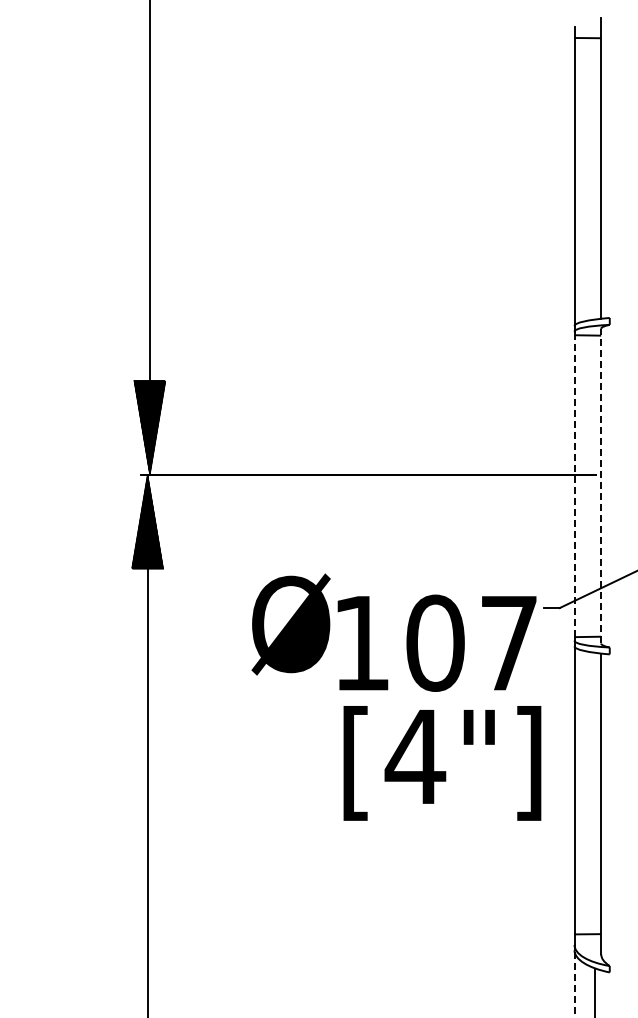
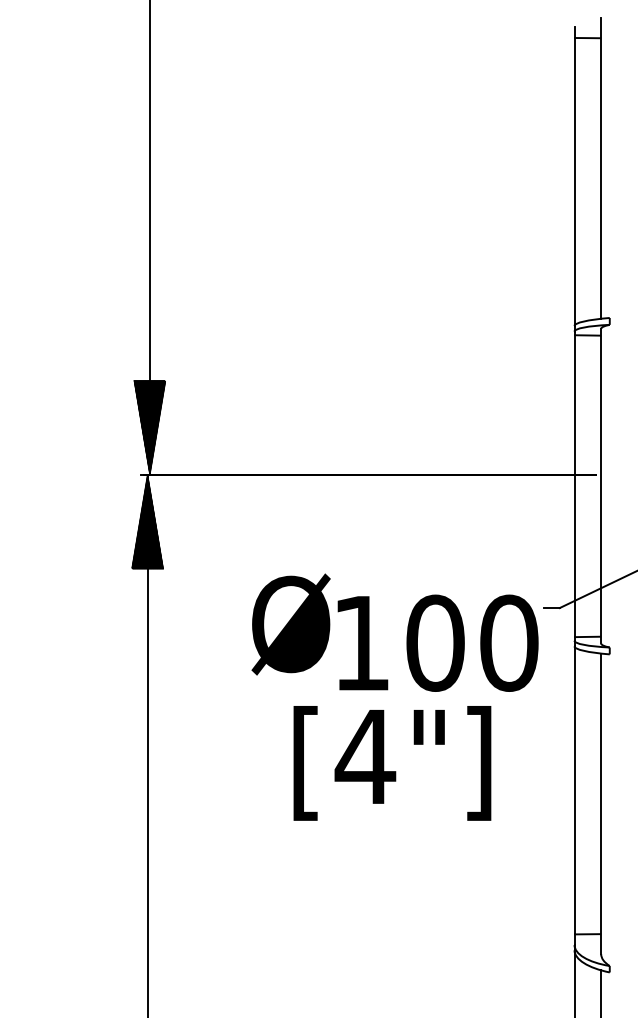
line at (601, 485): dashed -> solid
line at (574, 486): dashed -> solid
text at (509, 642): 107 -> 100
text at (442, 763) position: (442, 763) -> (392, 763)
line at (574, 983): dashed -> solid
line at (595, 992) position: (595, 992) -> (601, 992)
